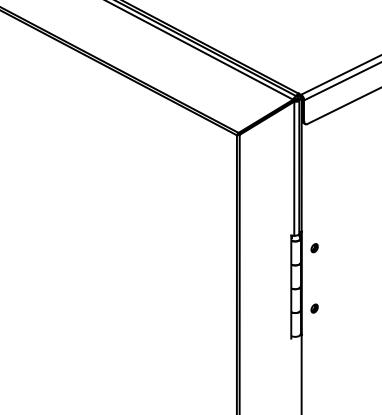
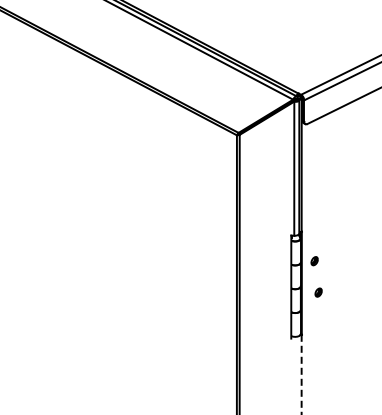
part at (314, 248) position: (314, 248) -> (314, 261)
part at (314, 308) position: (314, 308) -> (318, 292)
line at (301, 374): solid -> dashed
